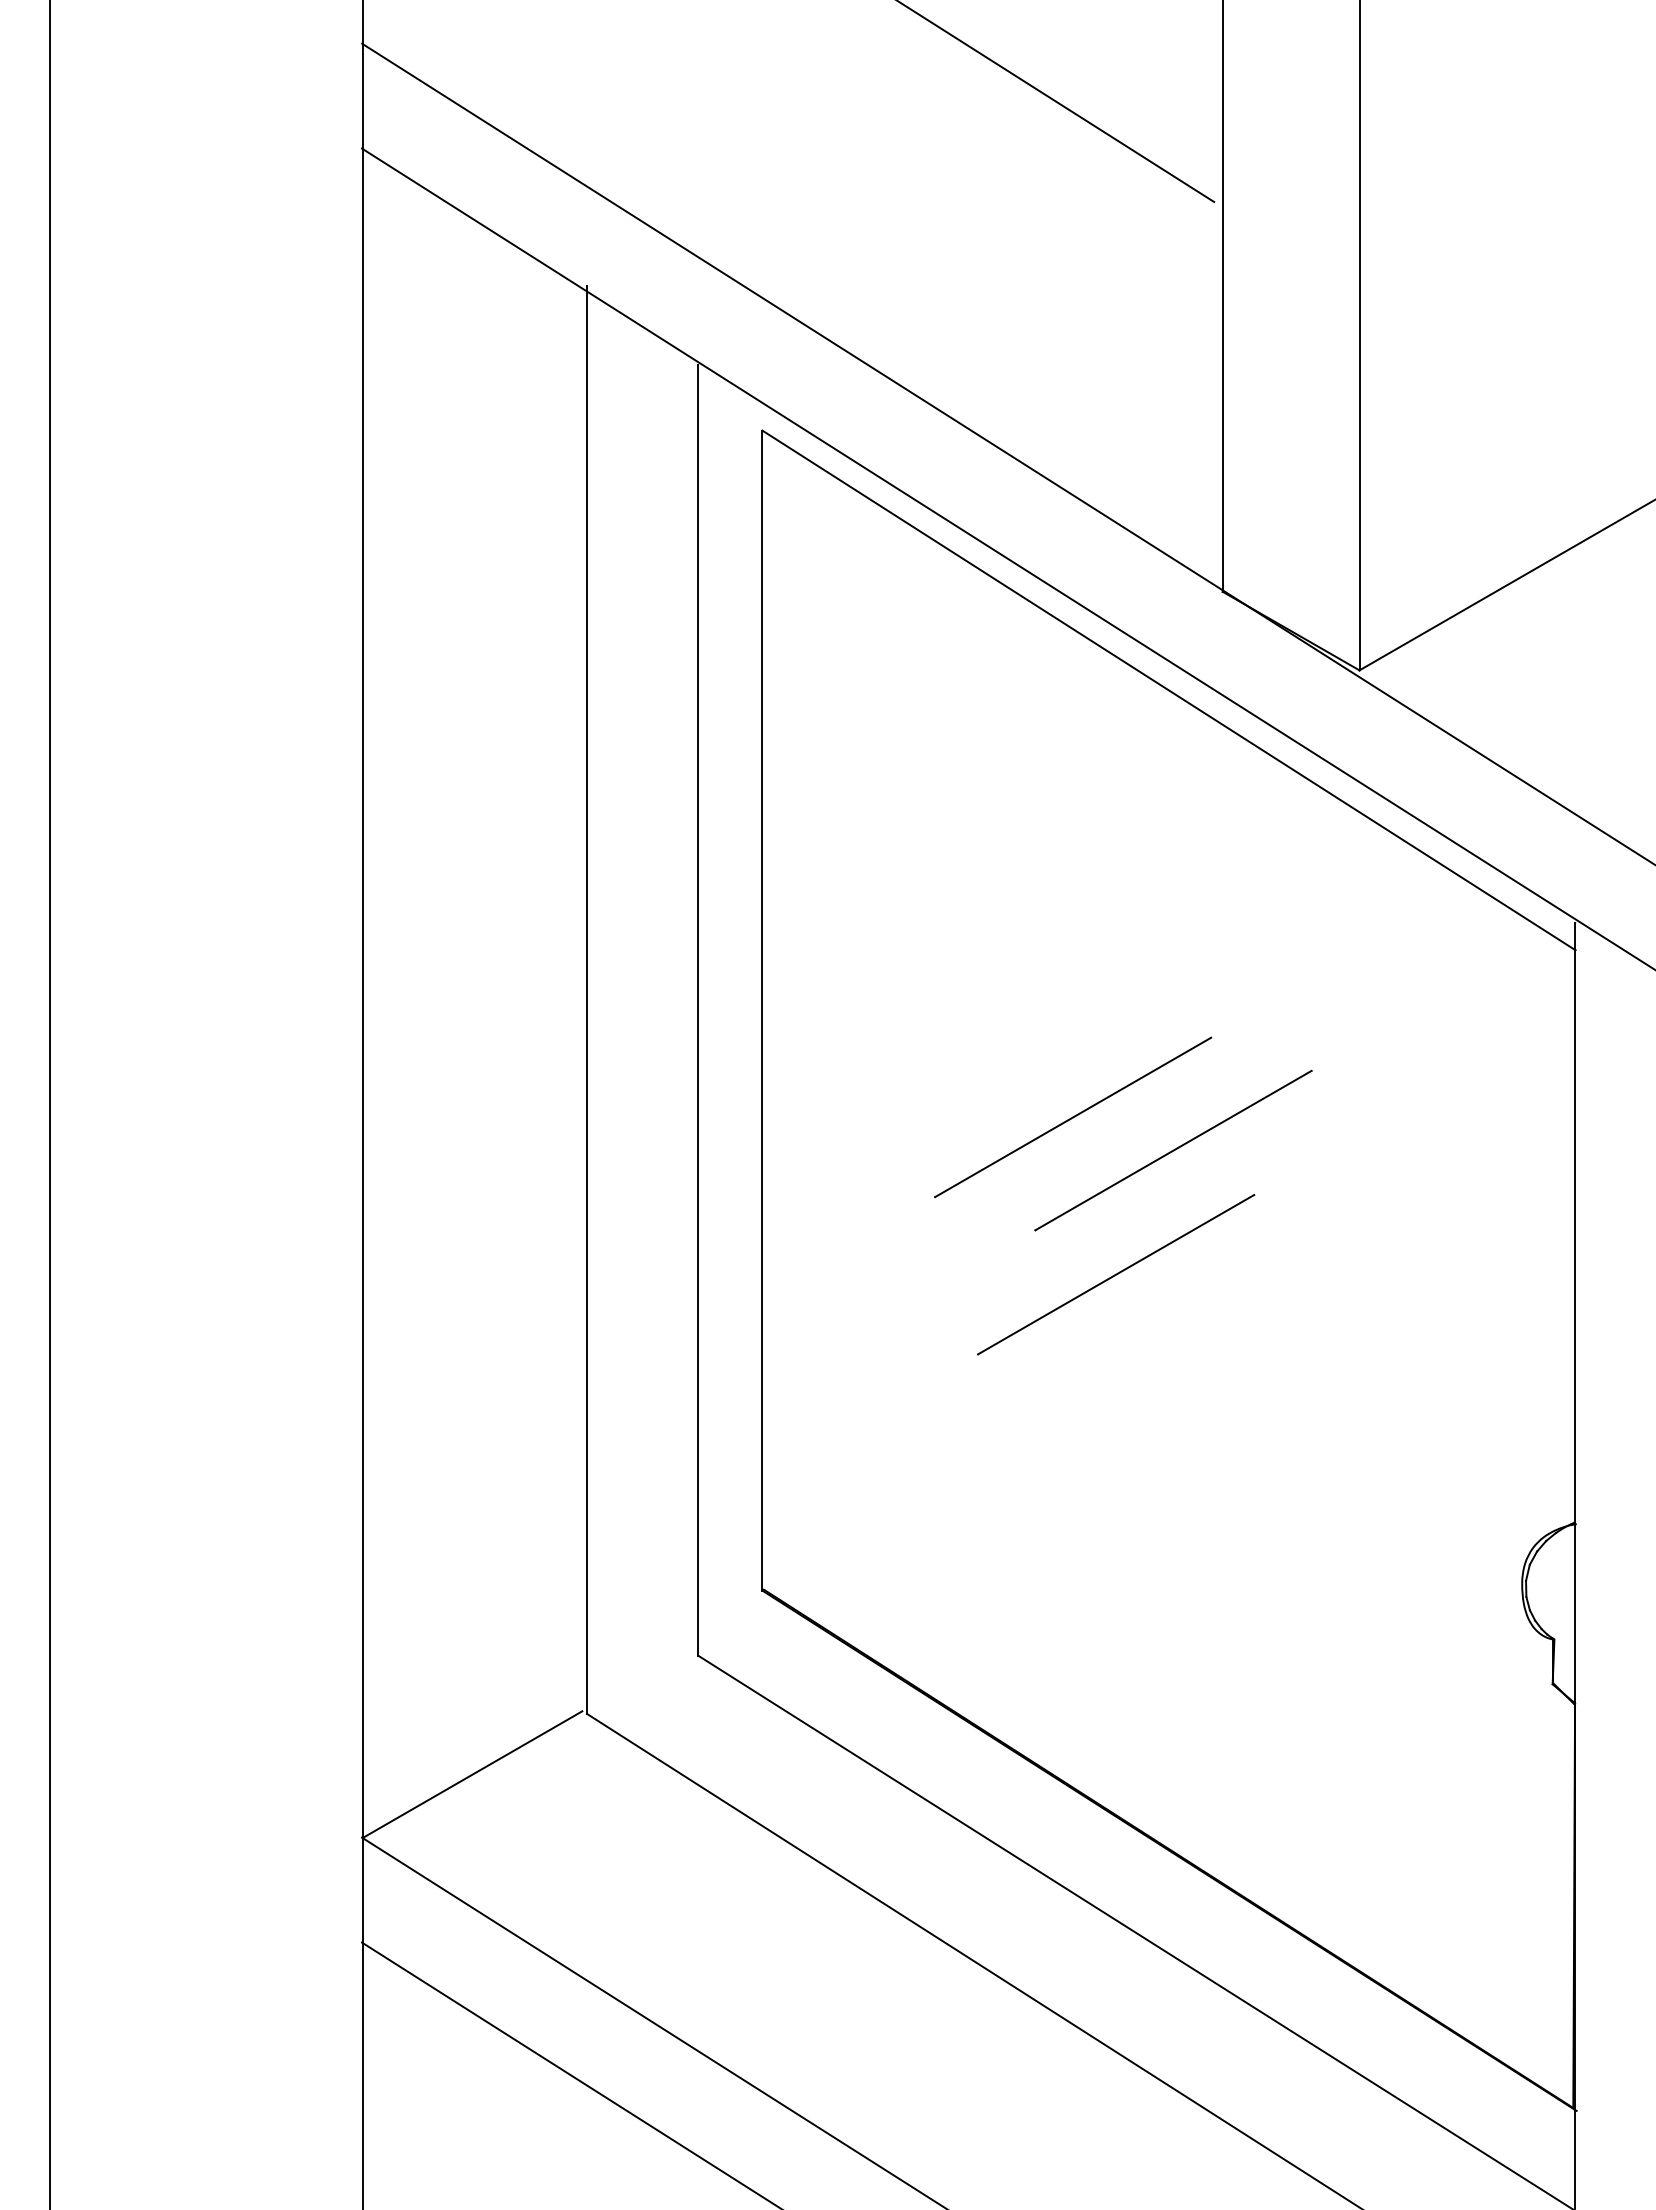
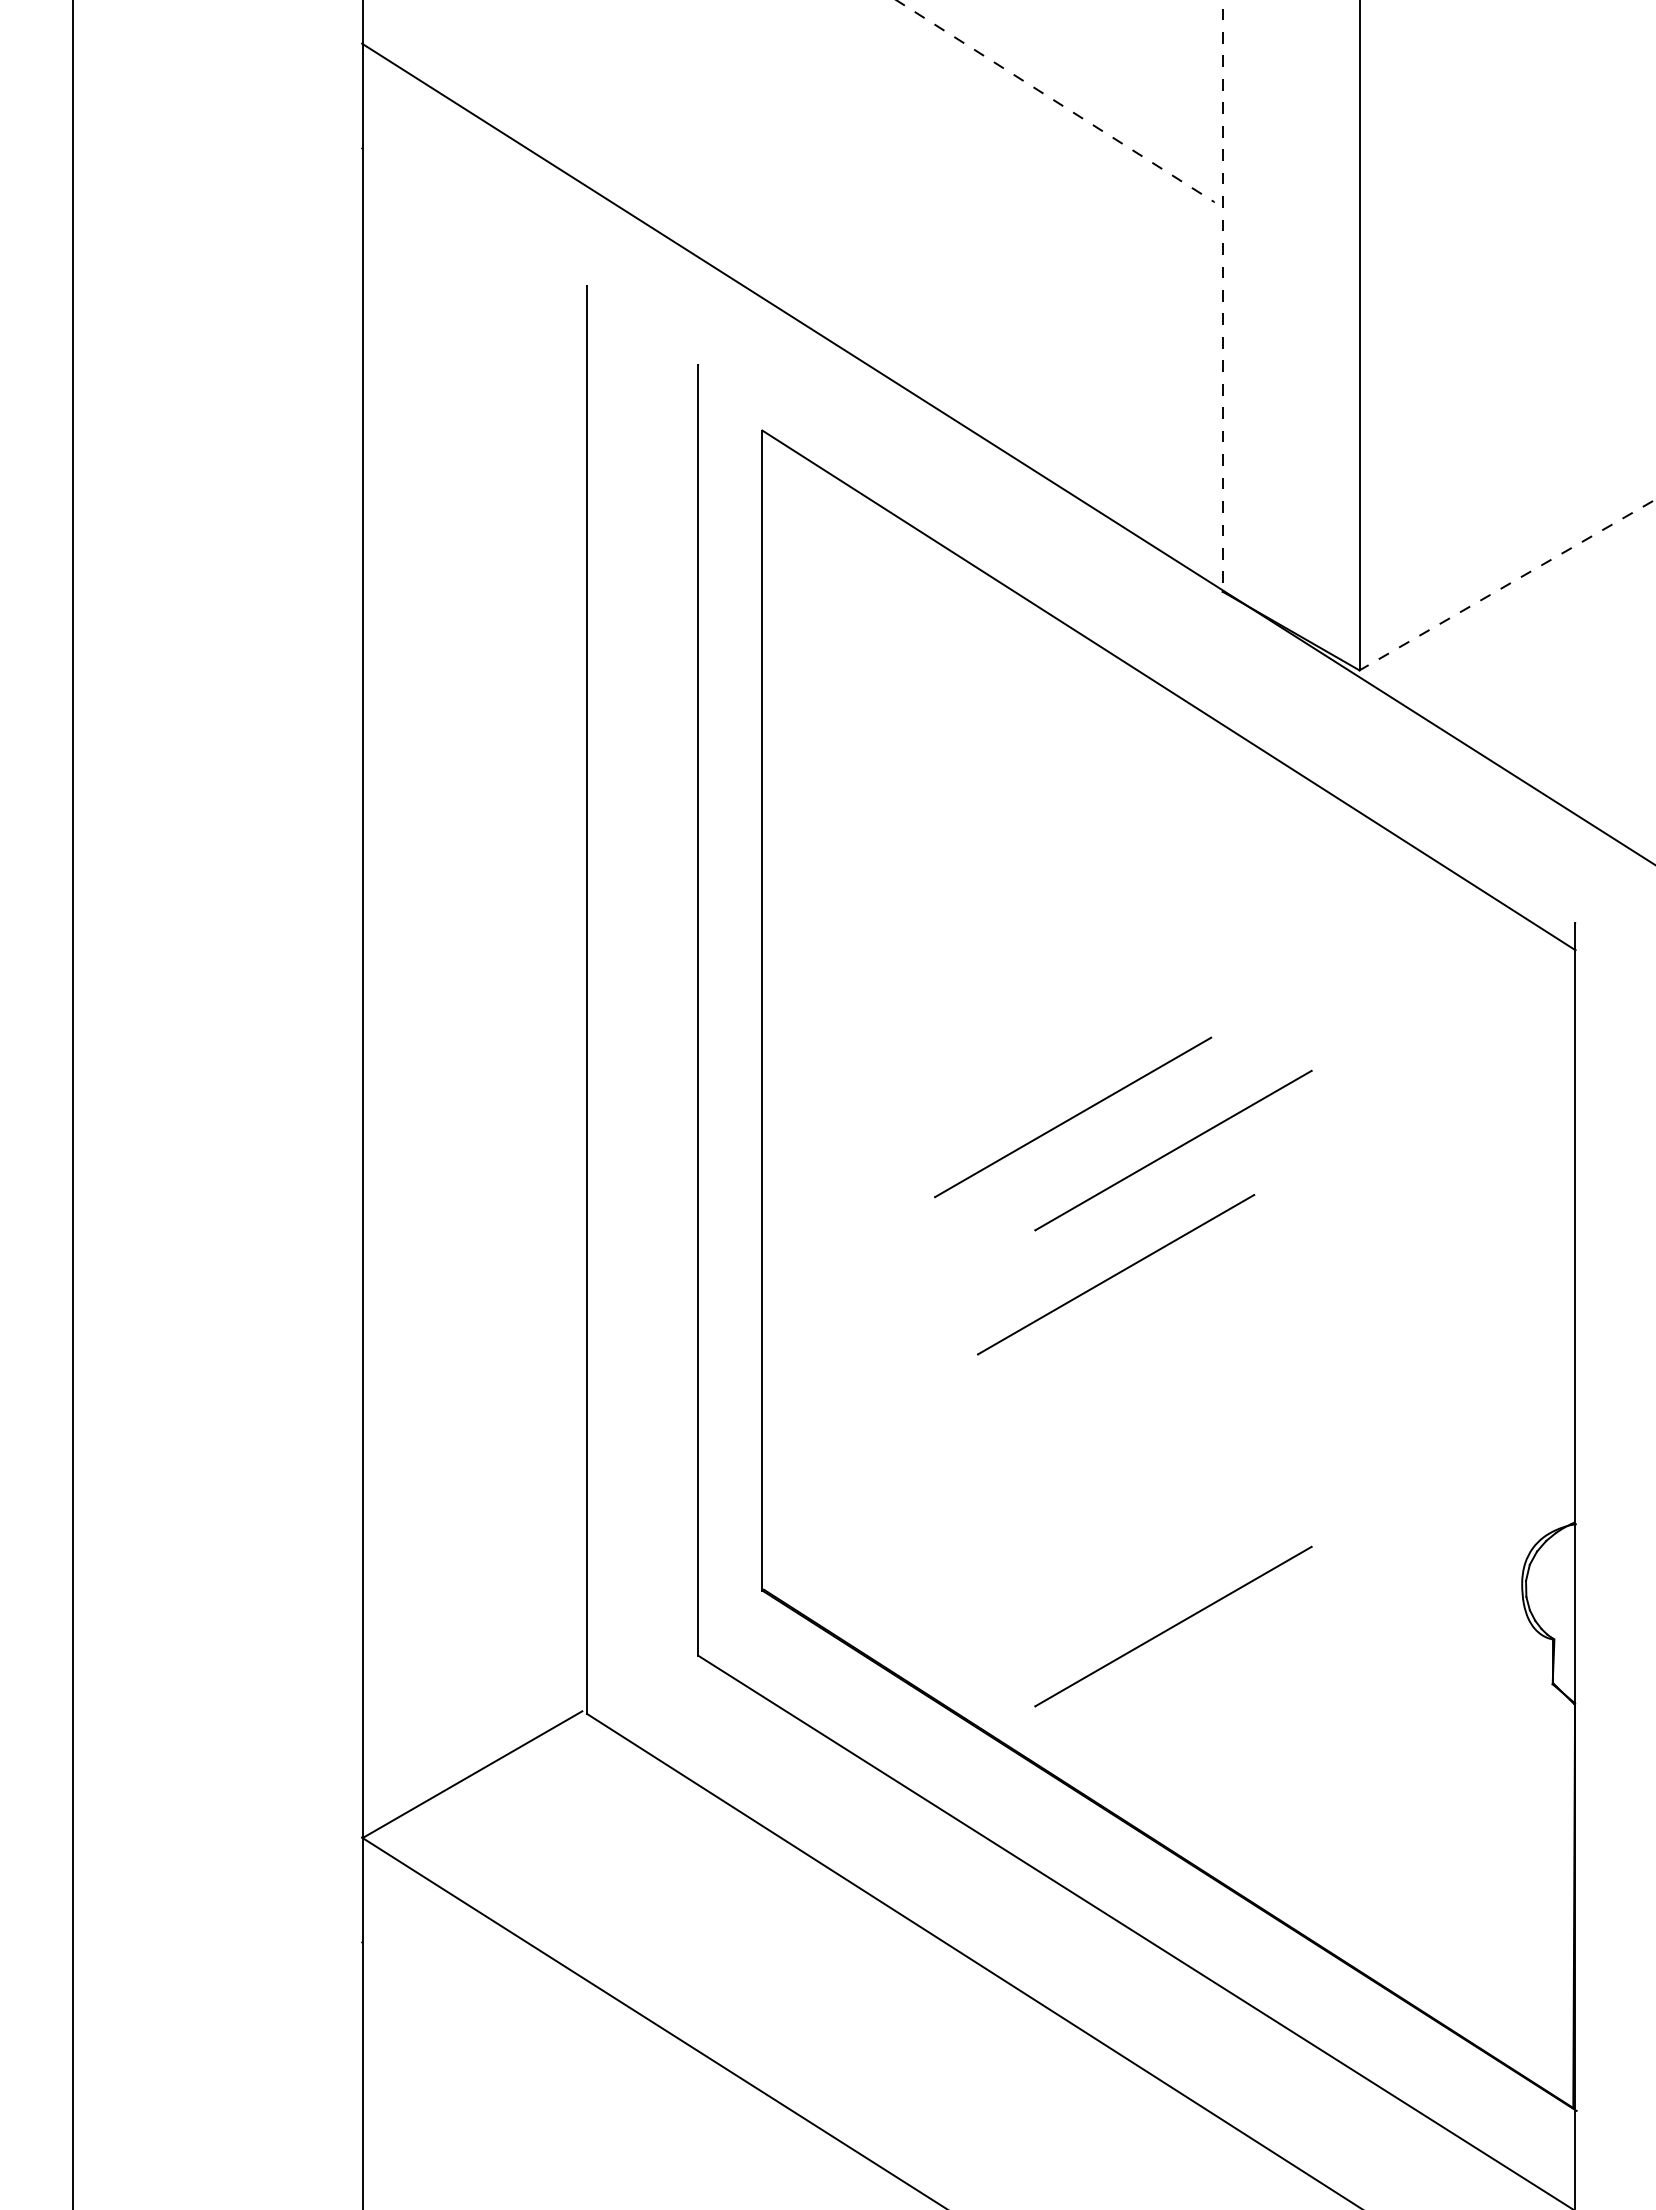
line at (1055, 101): solid -> dashed
line at (1222, 296): solid -> dashed
line at (1007, 558): present -> none
line at (1507, 585): solid -> dashed
line at (49, 1104) position: (49, 1104) -> (72, 1104)
line at (1173, 1626): none -> present
line at (569, 2074): present -> none
